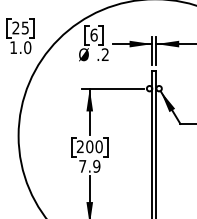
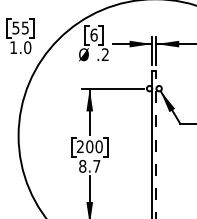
text at (15, 27): 25 -> 55
line at (156, 144): solid -> dashed
text at (89, 165): 7.9 -> 8.7
